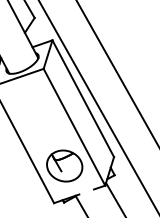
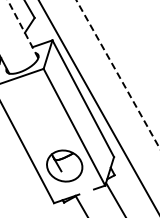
line at (22, 29): solid -> dashed
line at (118, 74): solid -> dashed
